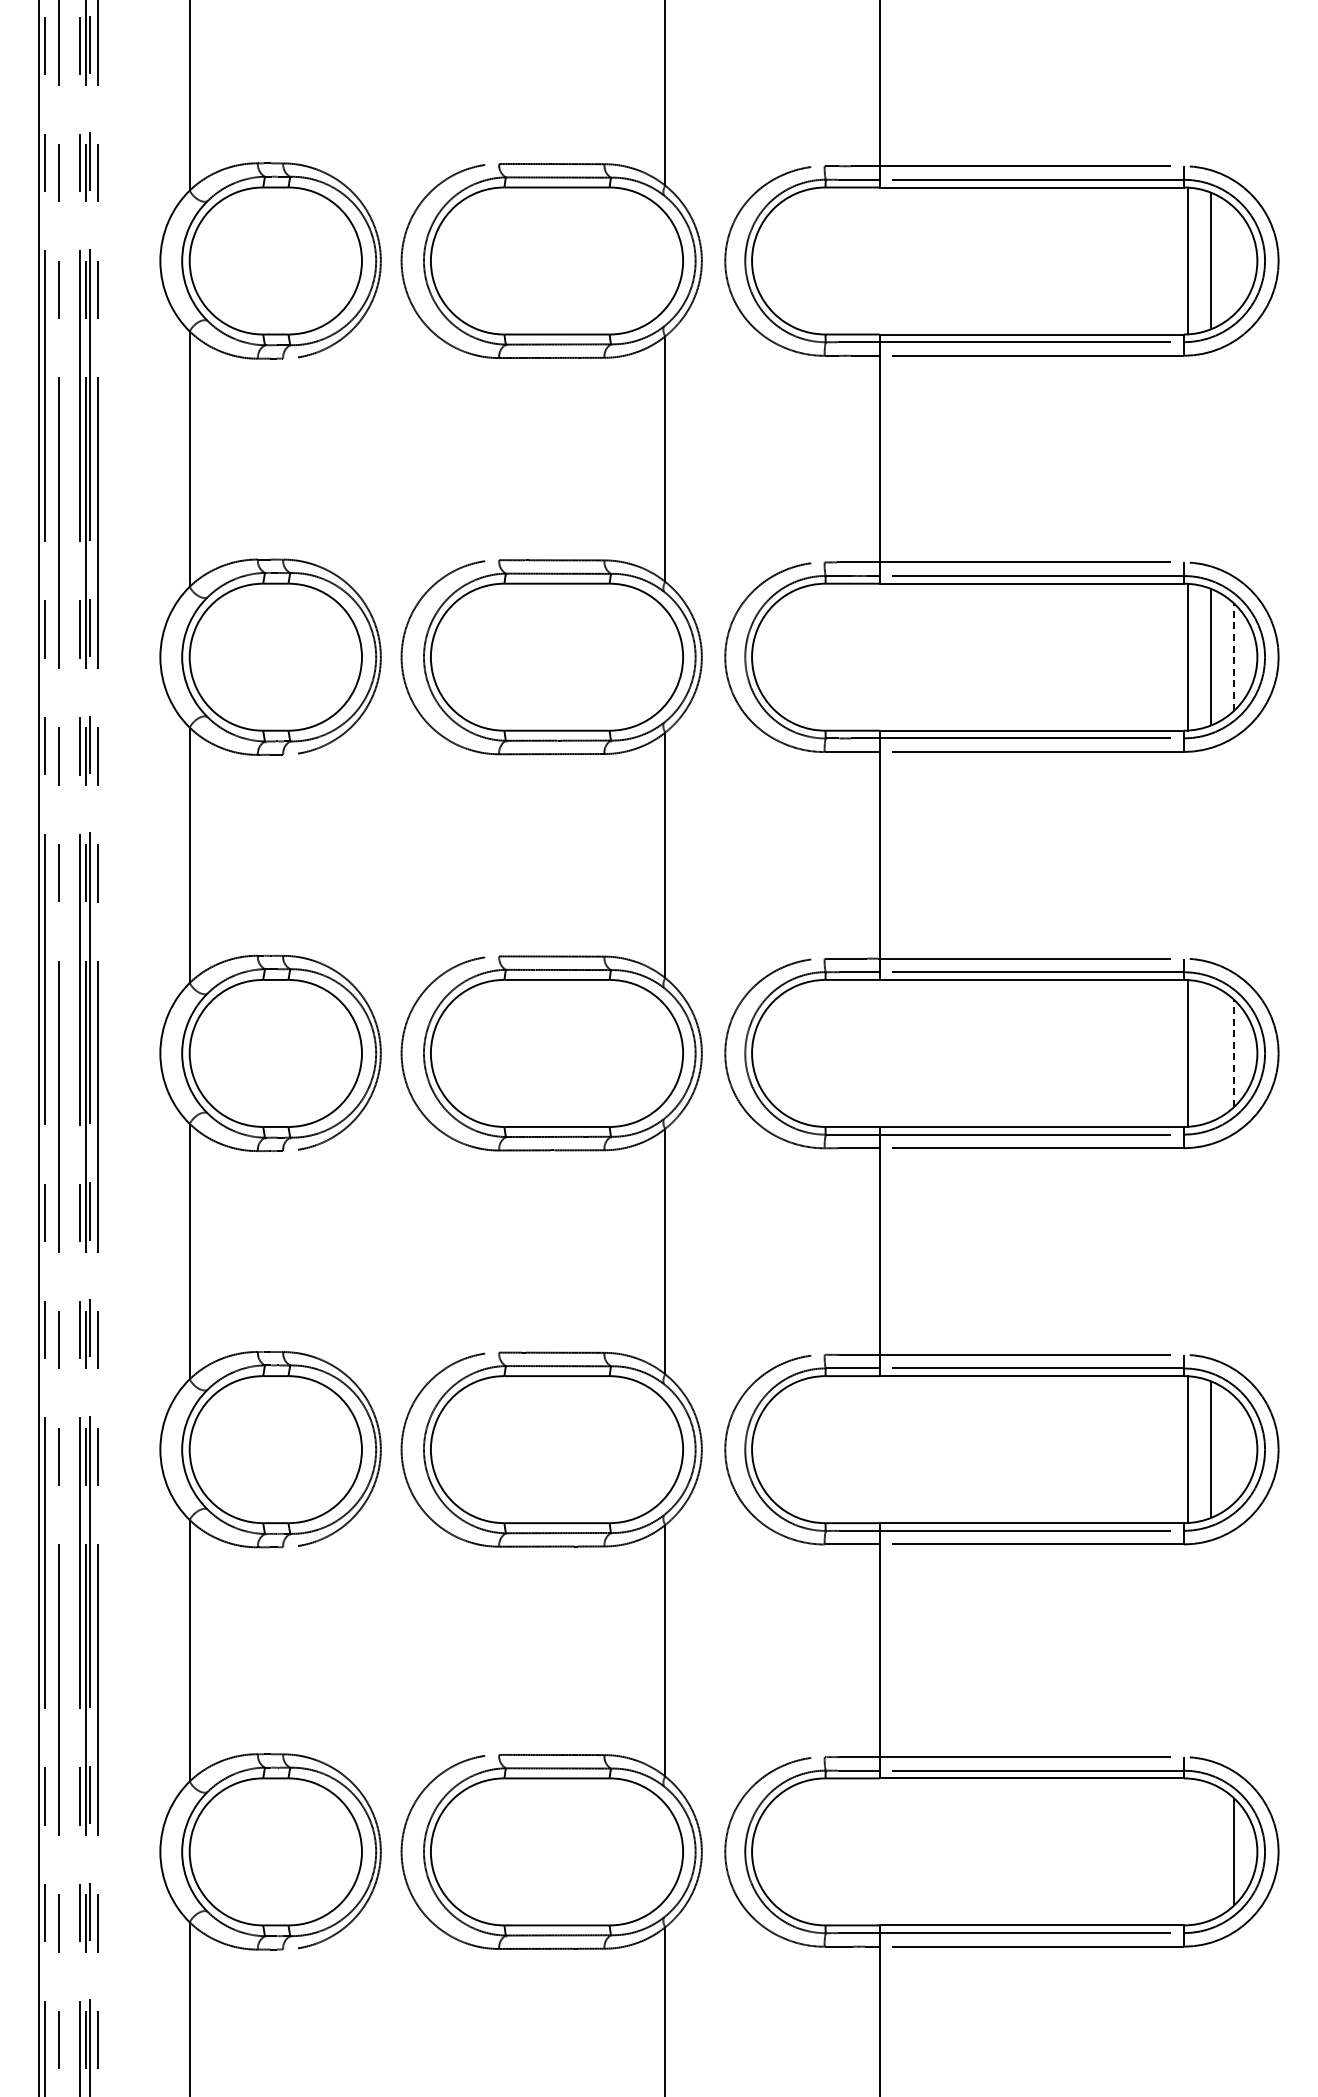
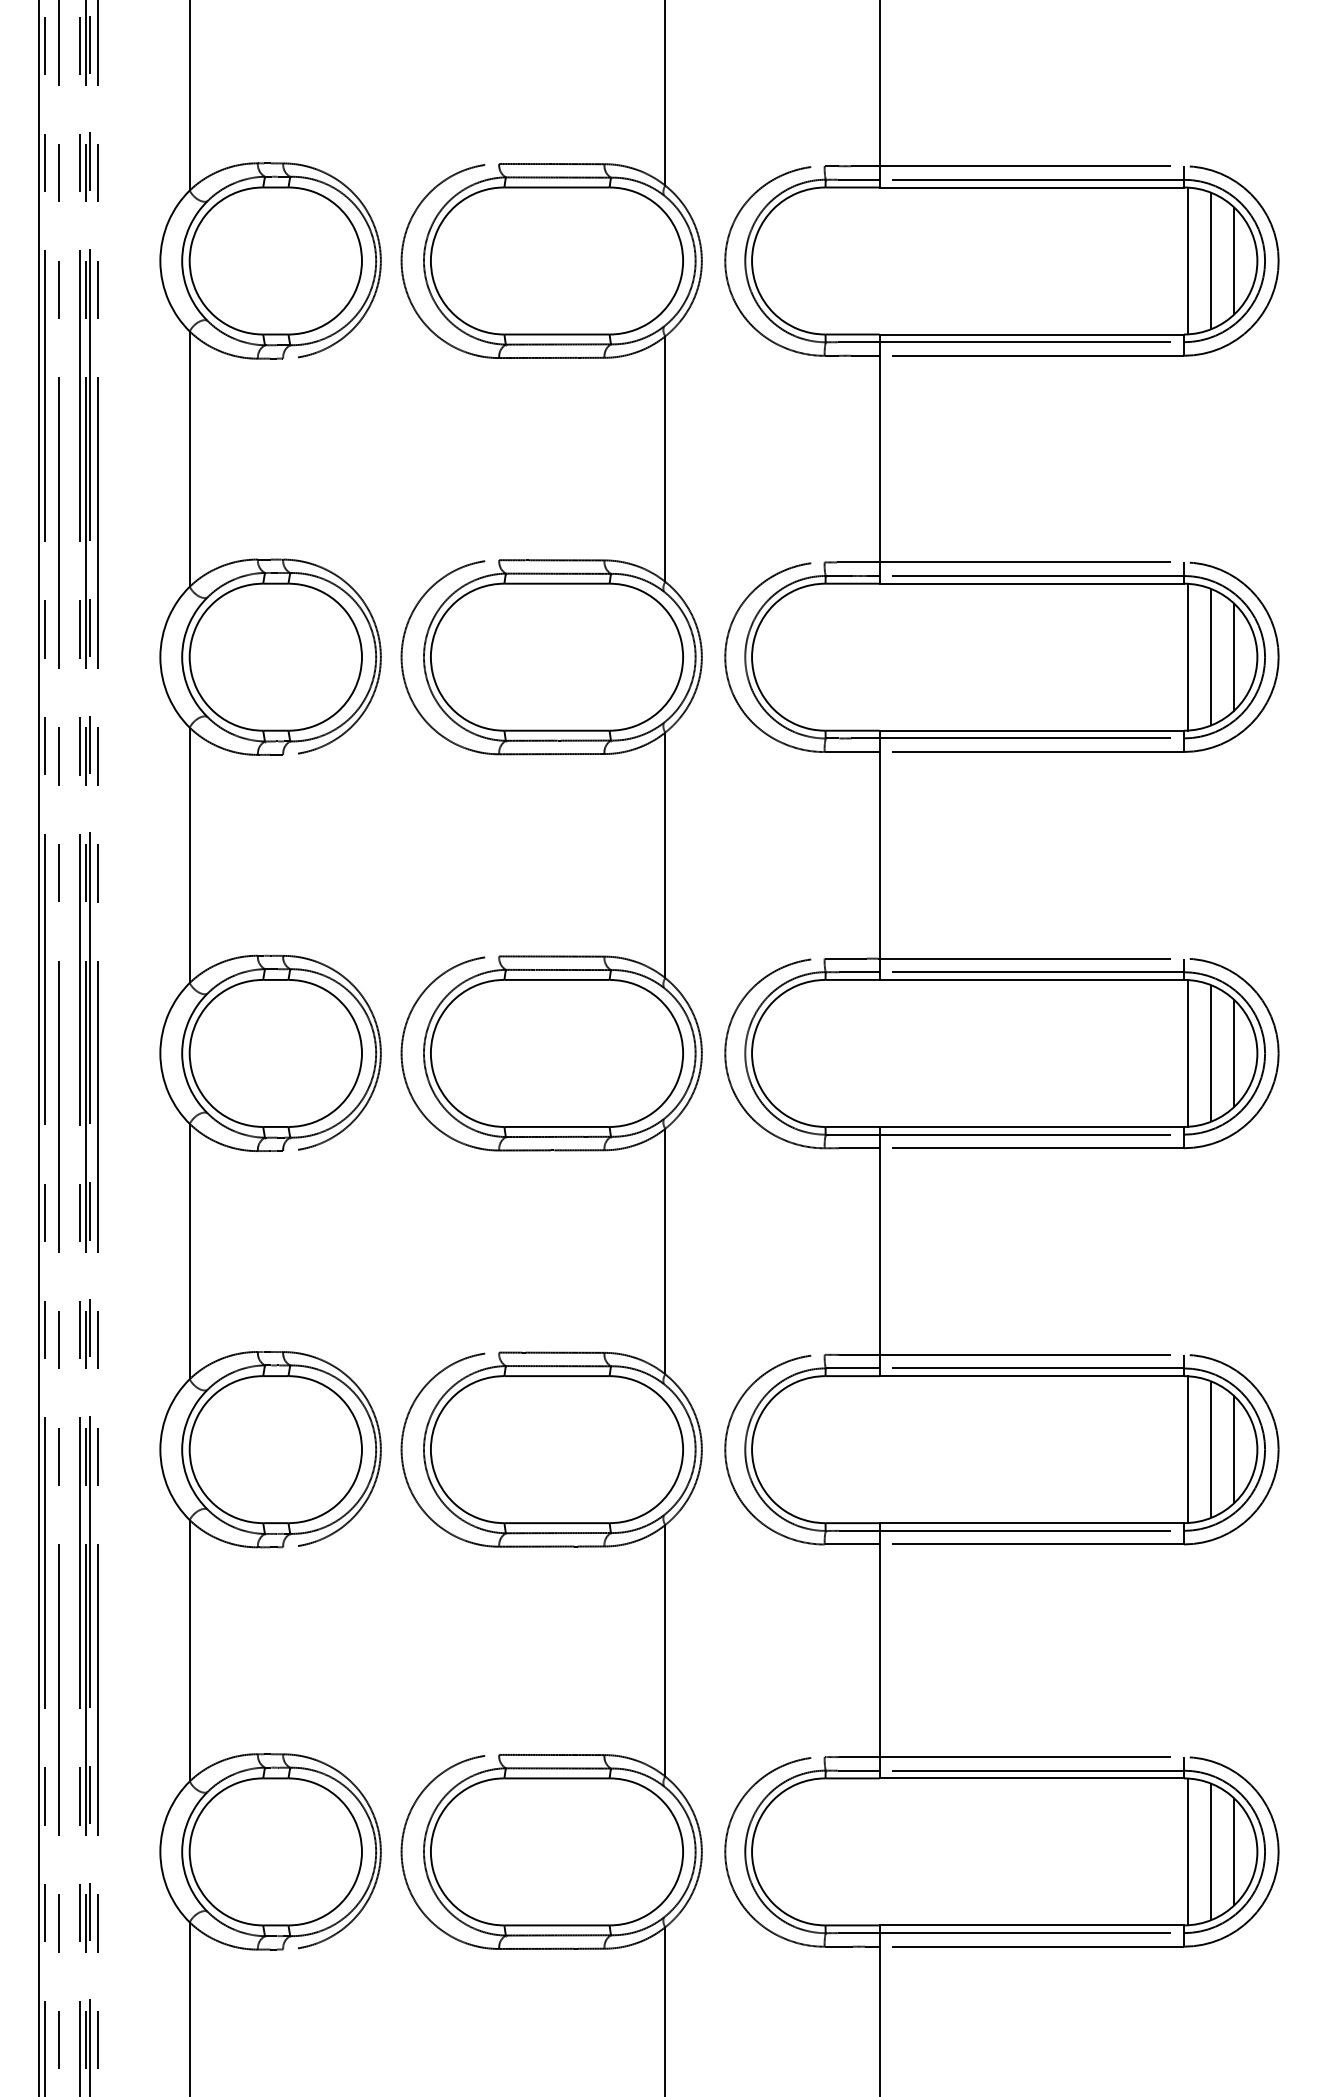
line at (1234, 260): none -> present
line at (1234, 656): dashed -> solid
line at (1234, 1052): dashed -> solid
line at (1211, 1053): none -> present
line at (1234, 1449): none -> present
line at (1188, 1851): none -> present
line at (1211, 1851): none -> present
